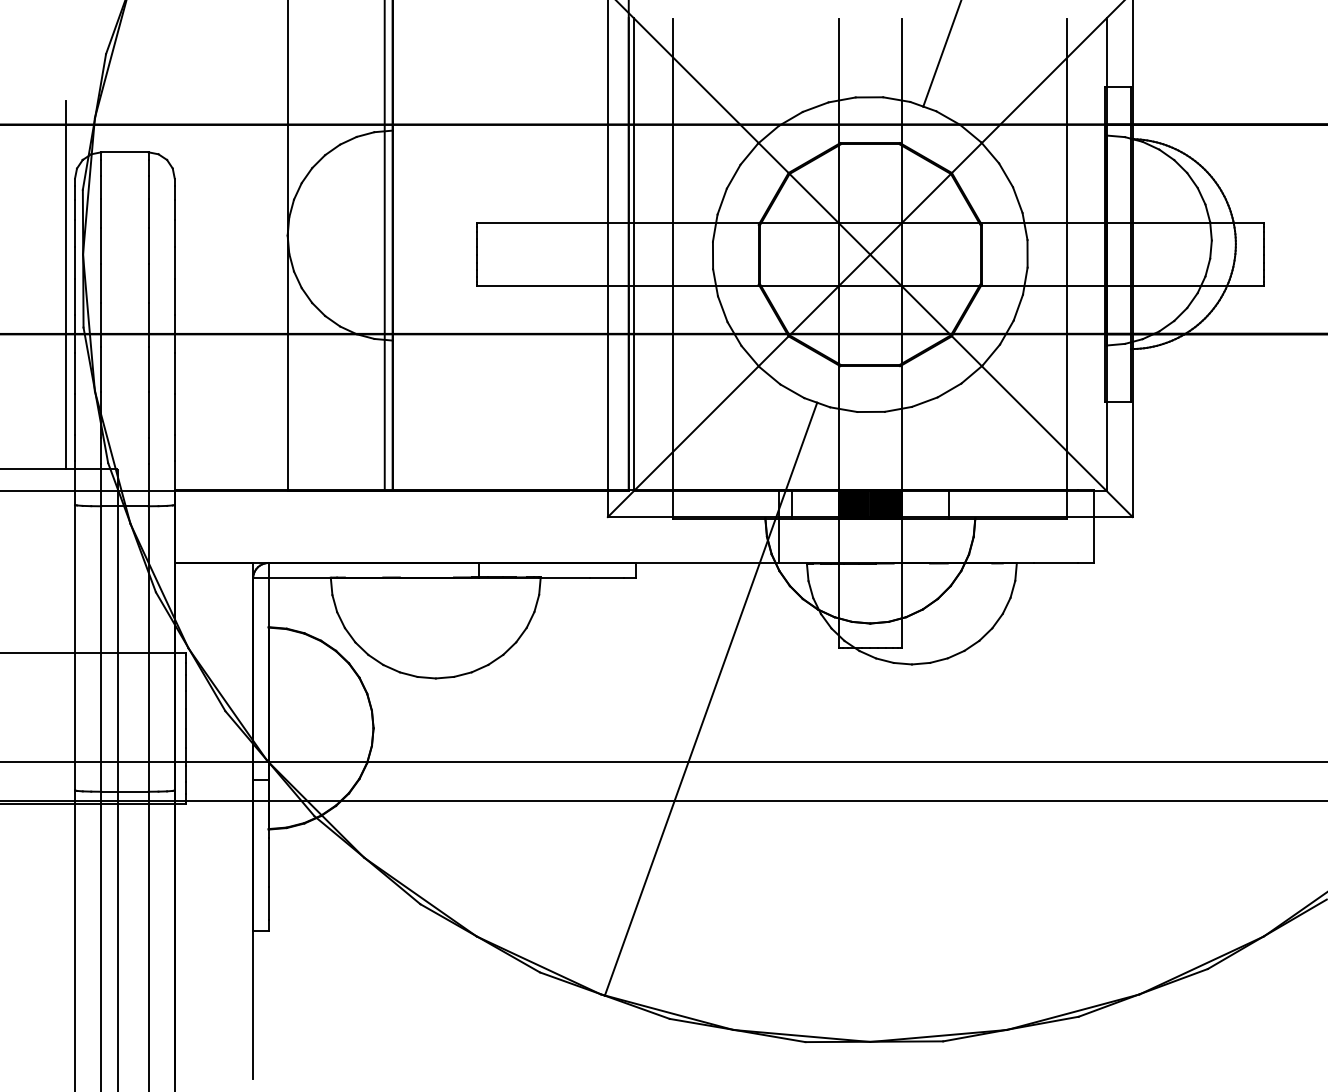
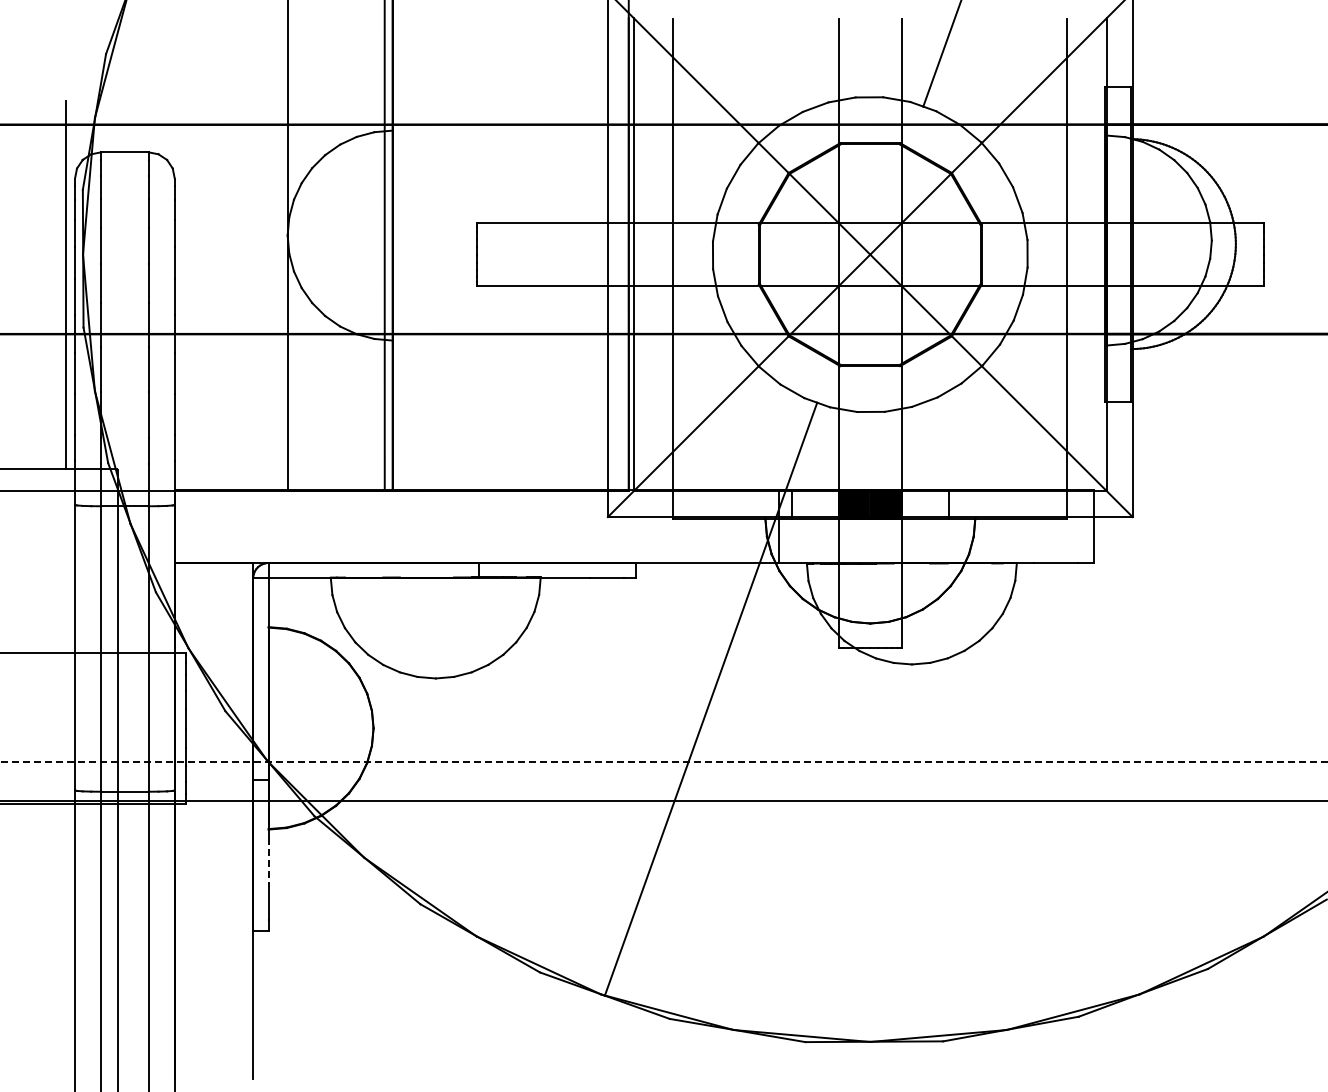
line at (663, 762): solid -> dashed
line at (268, 862): solid -> dashed
